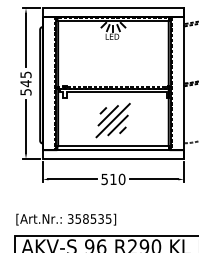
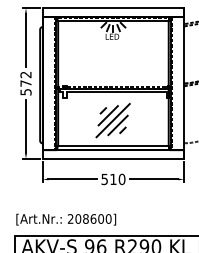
text at (25, 79): 545 -> 572
text at (89, 218): 358535] -> 208600]
